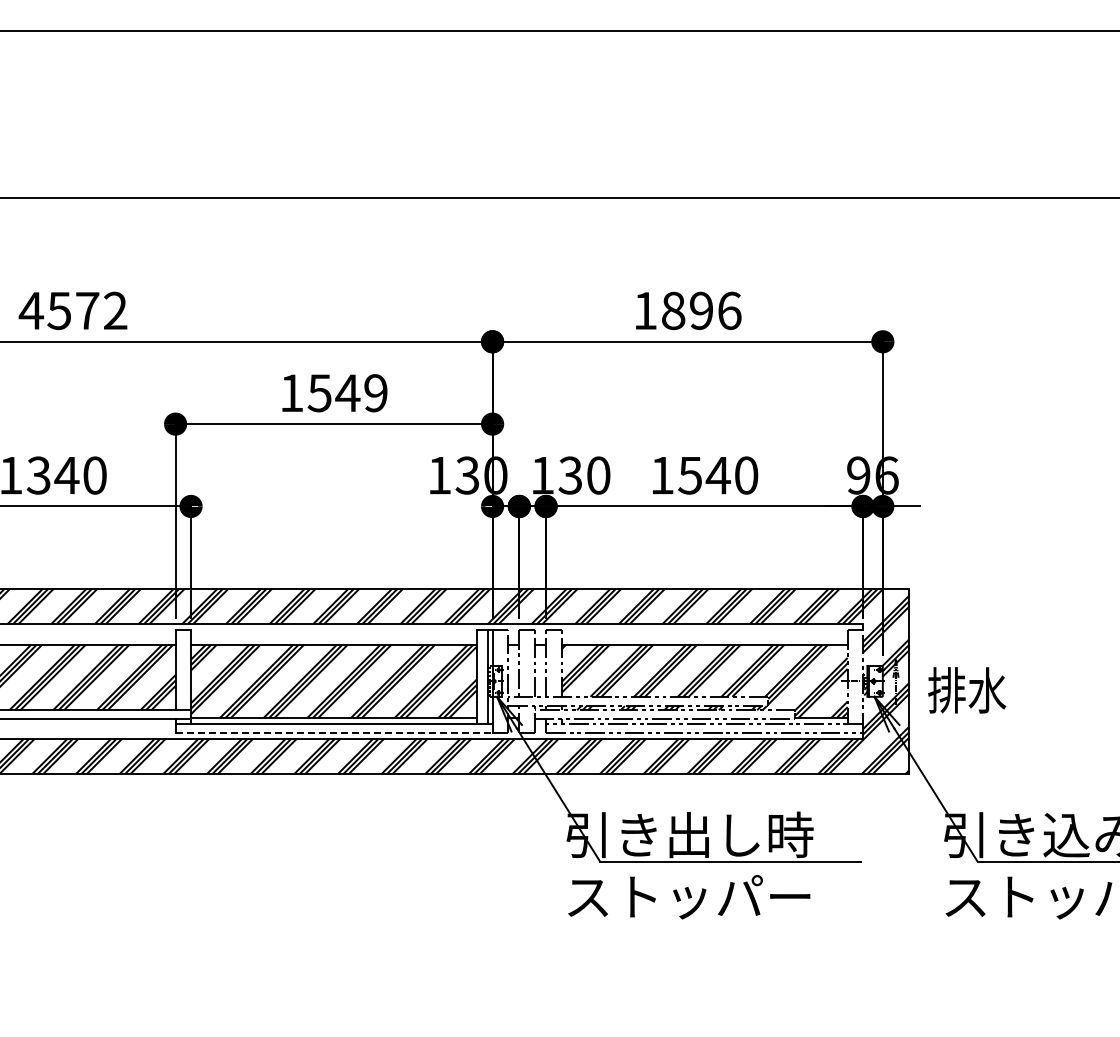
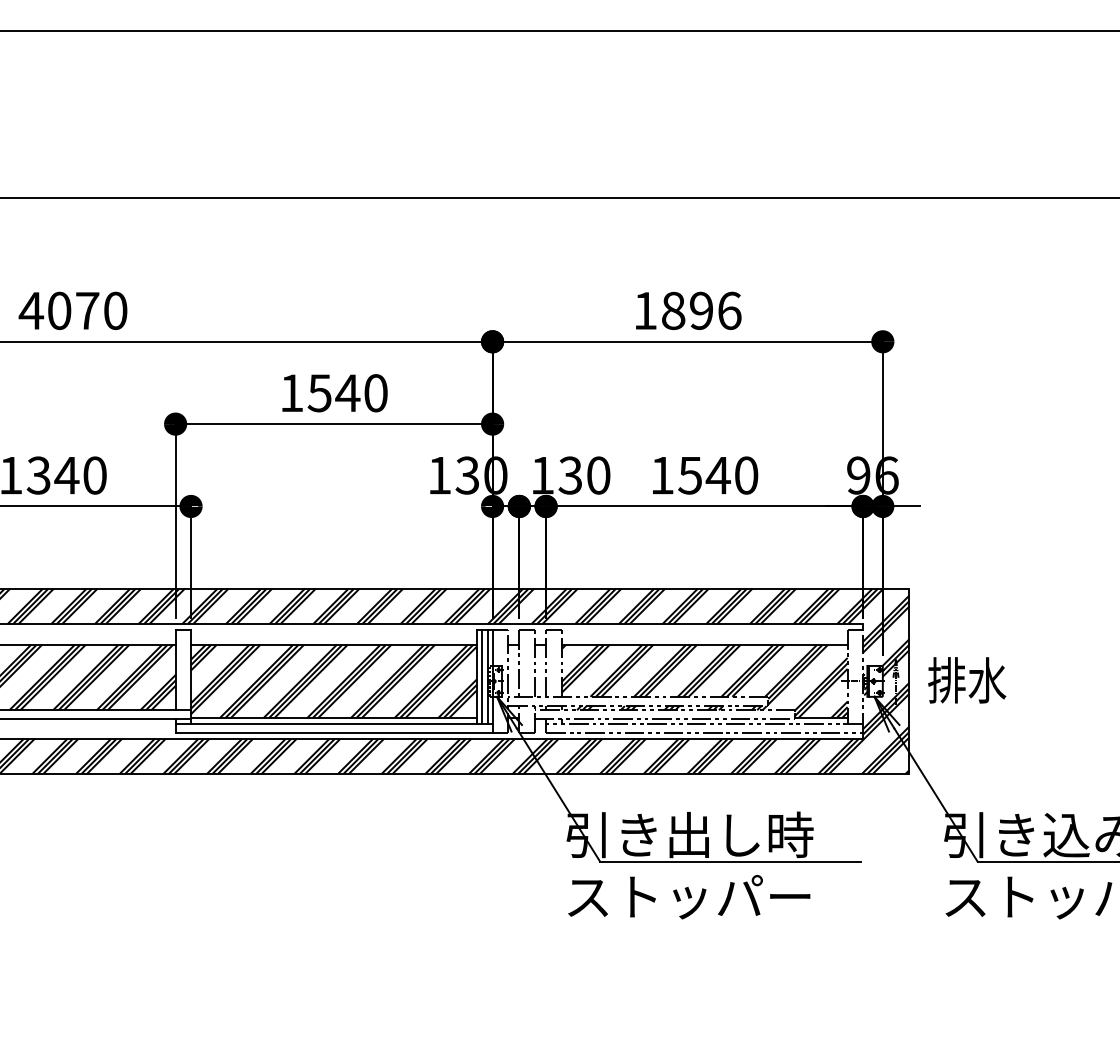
text at (87, 310): 4572 -> 4070
text at (375, 393): 1549 -> 1540
line at (481, 676): none -> present
text at (967, 690) position: (967, 690) -> (967, 680)
line at (334, 732): dashed -> solid
